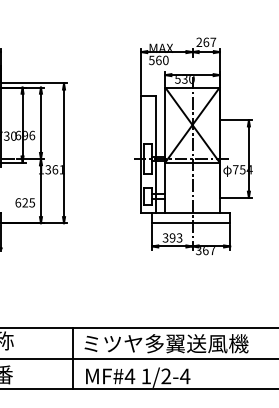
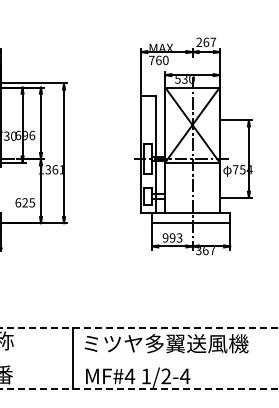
text at (151, 60): 560 -> 760
text at (165, 237): 393 -> 993
line at (139, 327): solid -> dashed
line at (138, 358): present -> none
line at (139, 389): solid -> dashed
